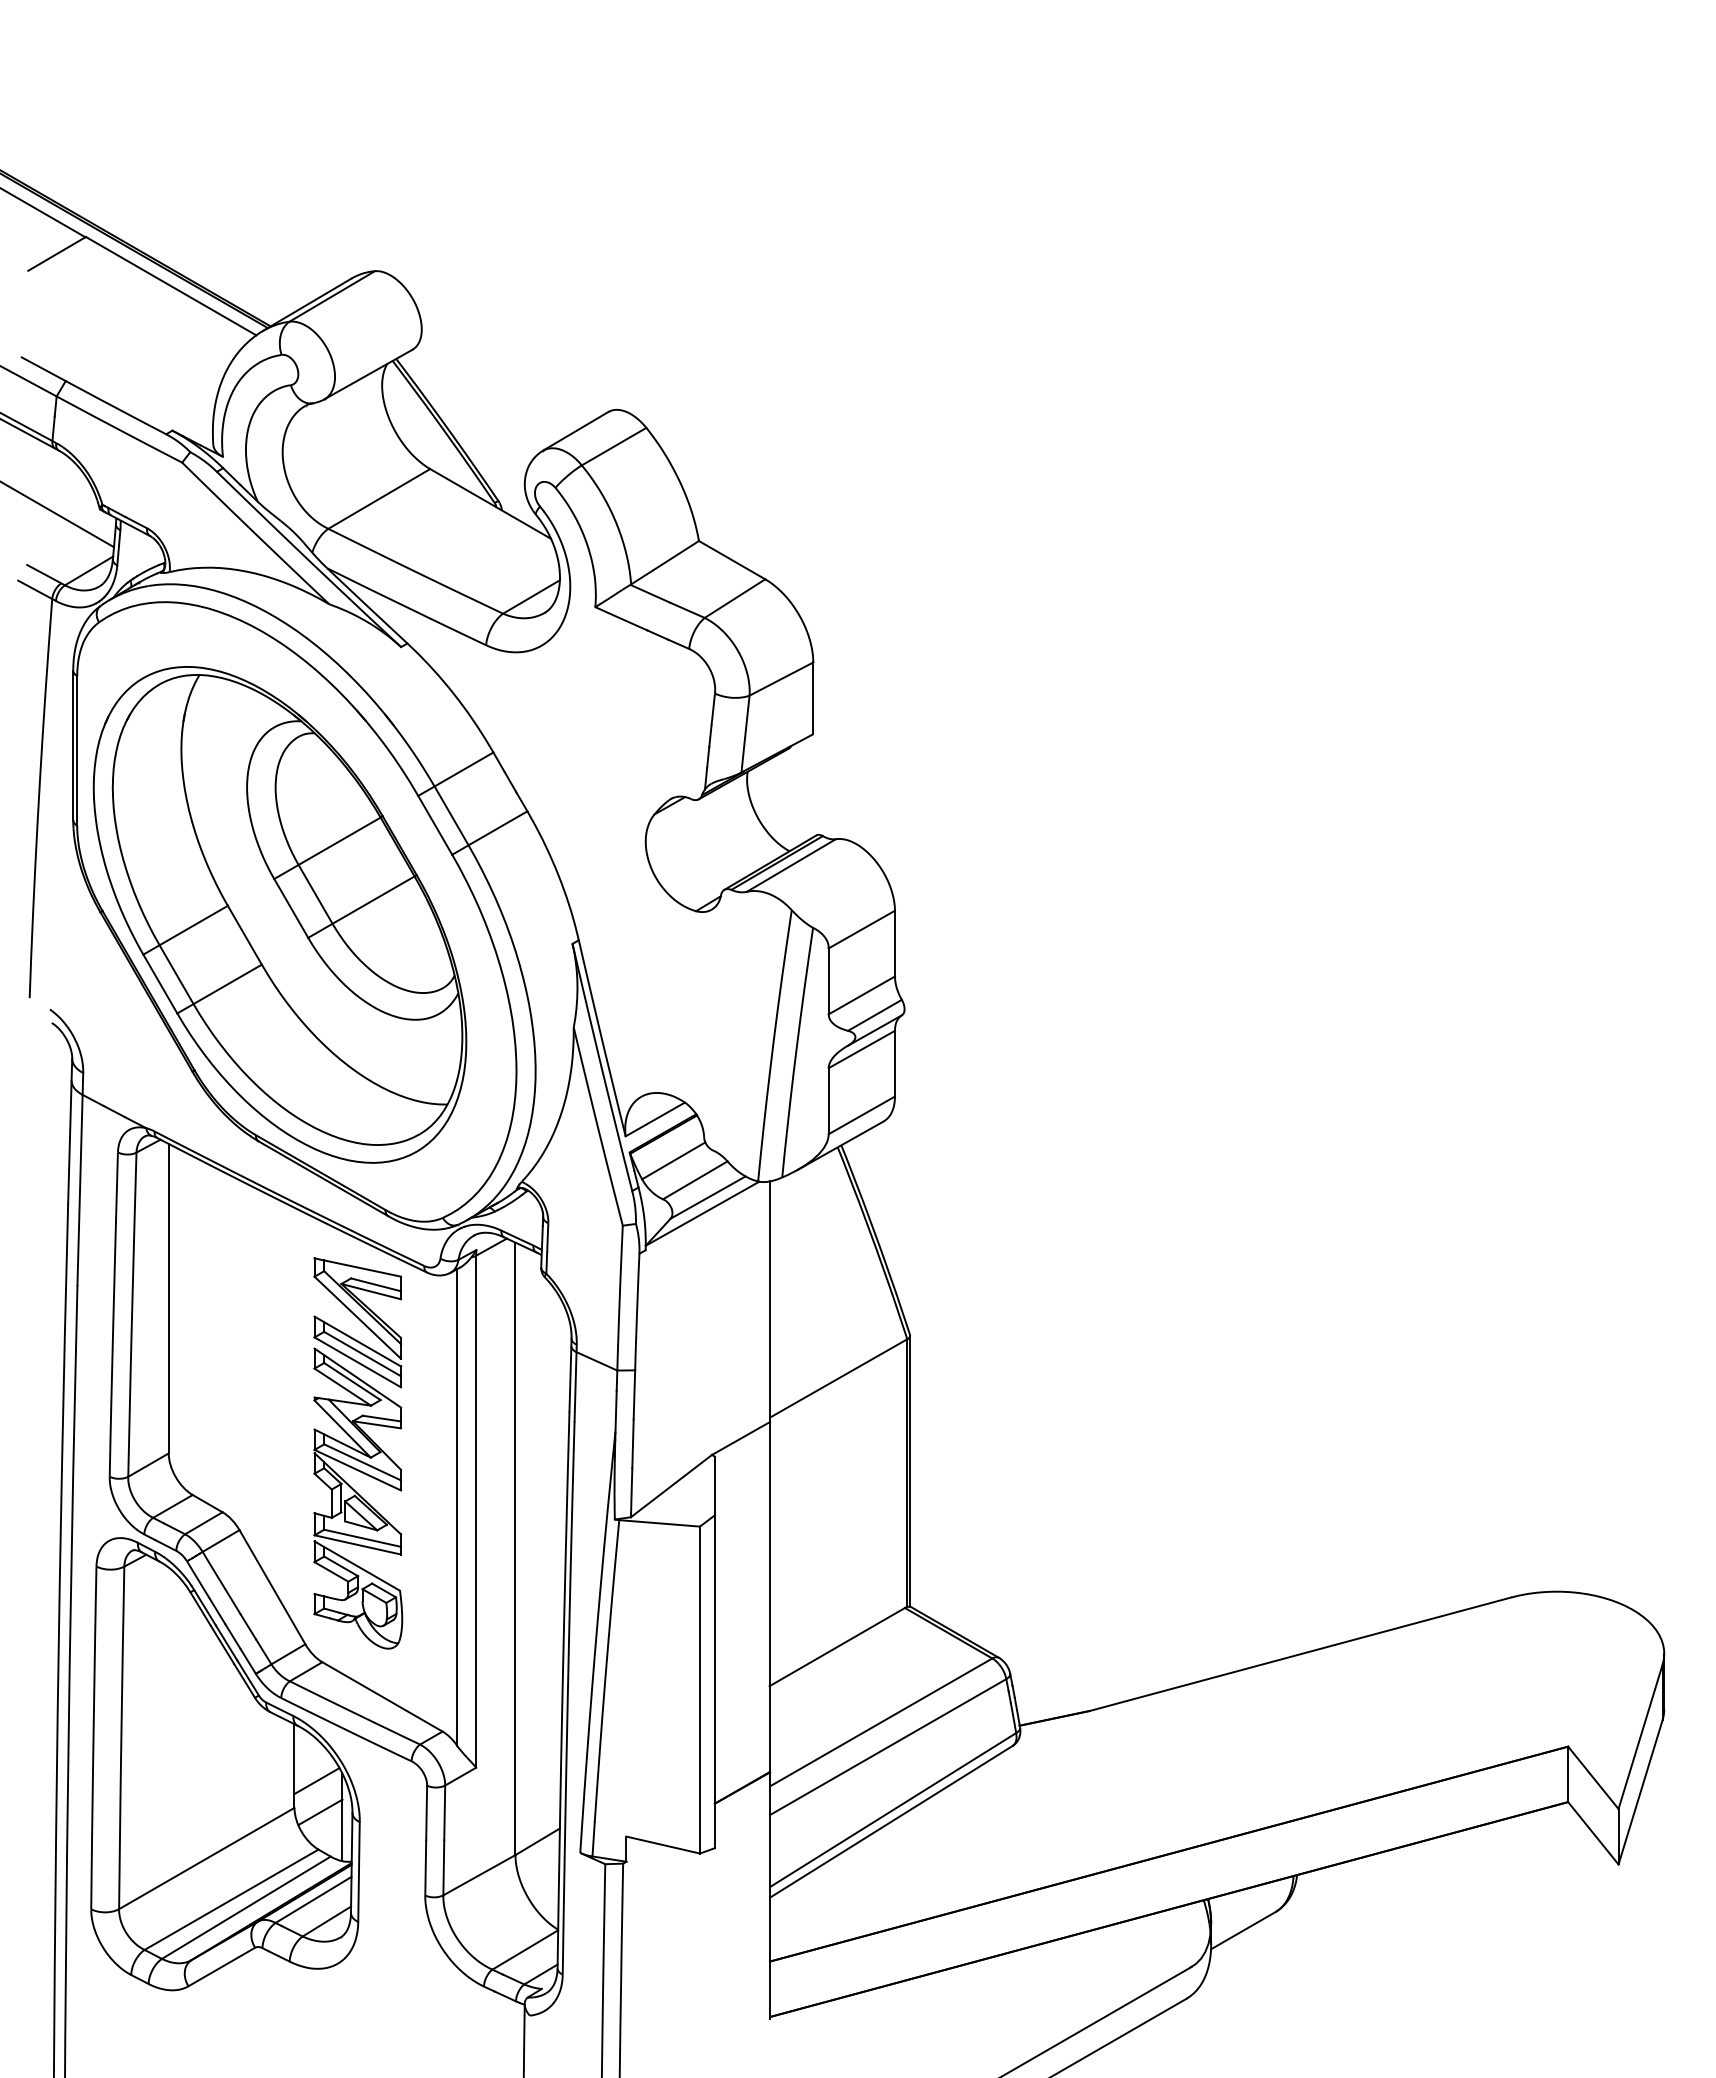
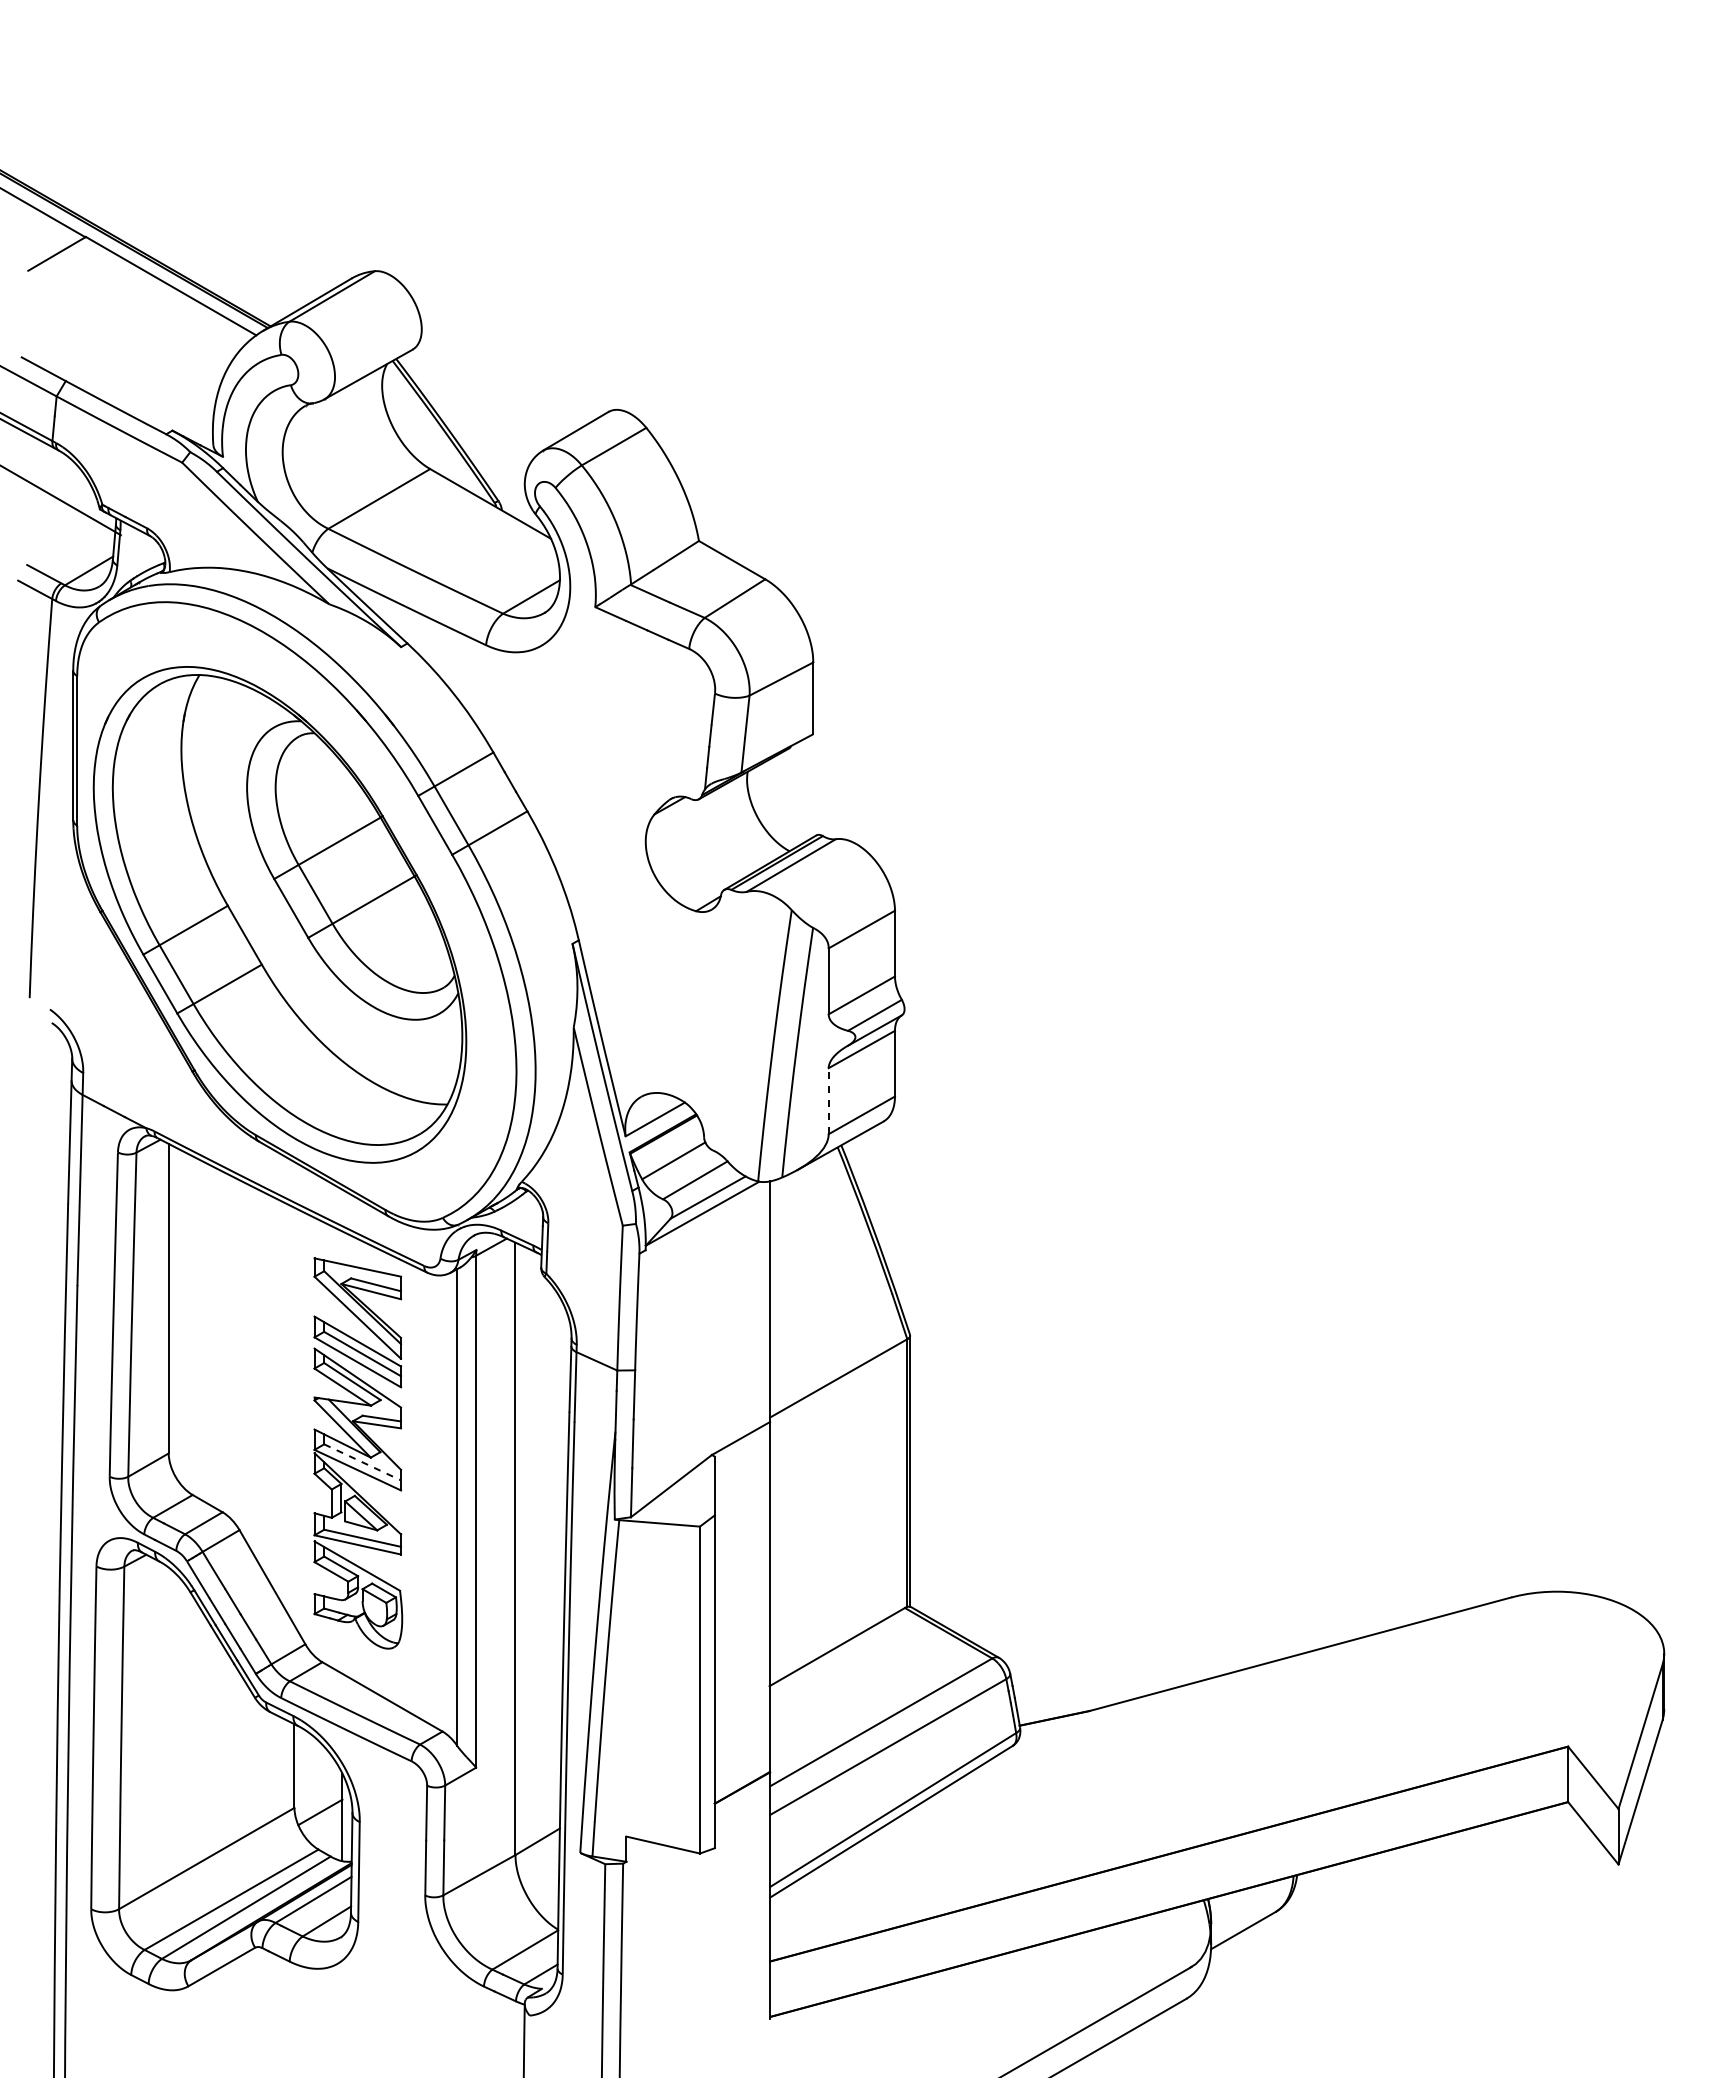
line at (57, 514) position: (57, 514) -> (61, 500)
line at (828, 1100): solid -> dashed
line at (363, 1462): solid -> dashed
line at (316, 1781): present -> none
